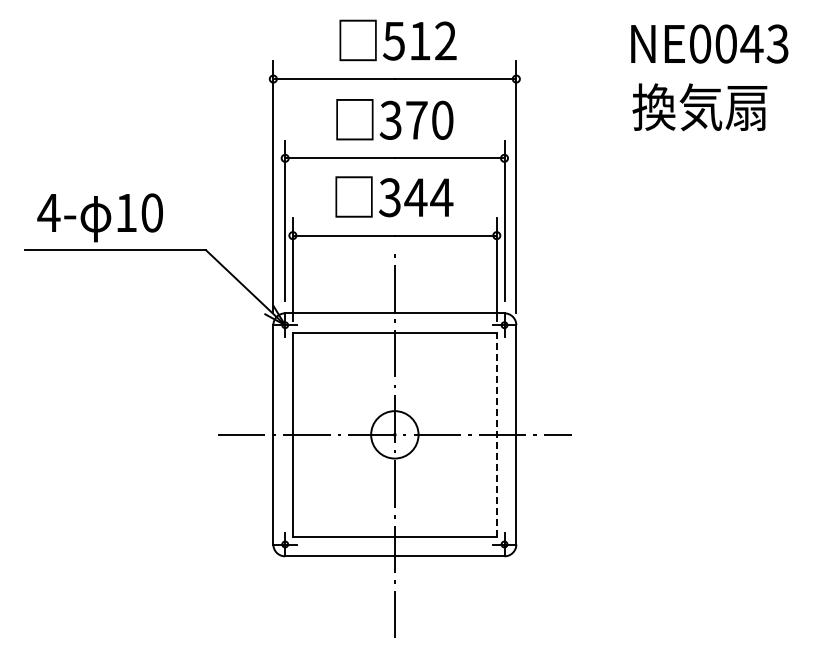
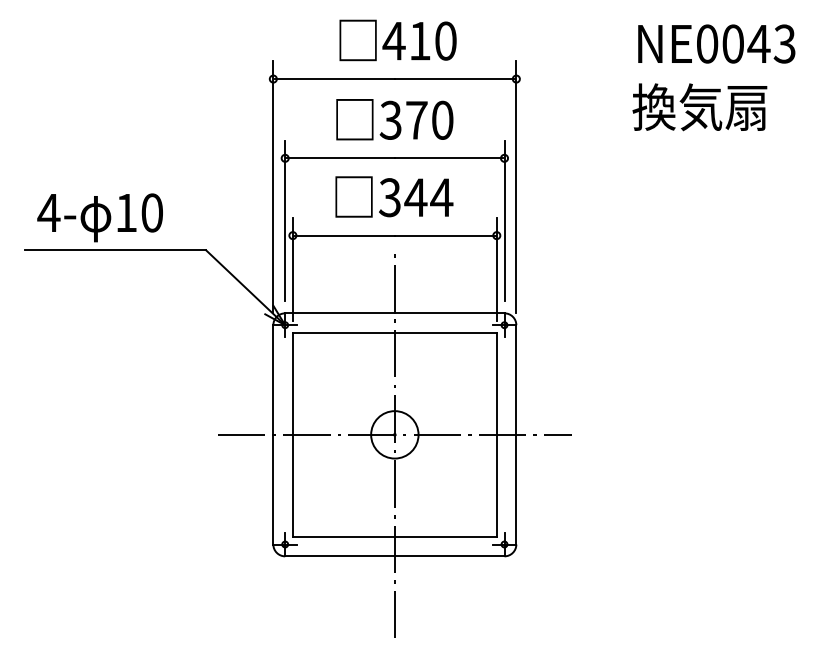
text at (419, 40): 512 -> 410
text at (709, 43) position: (709, 43) -> (716, 43)
line at (496, 434): dashed -> solid
